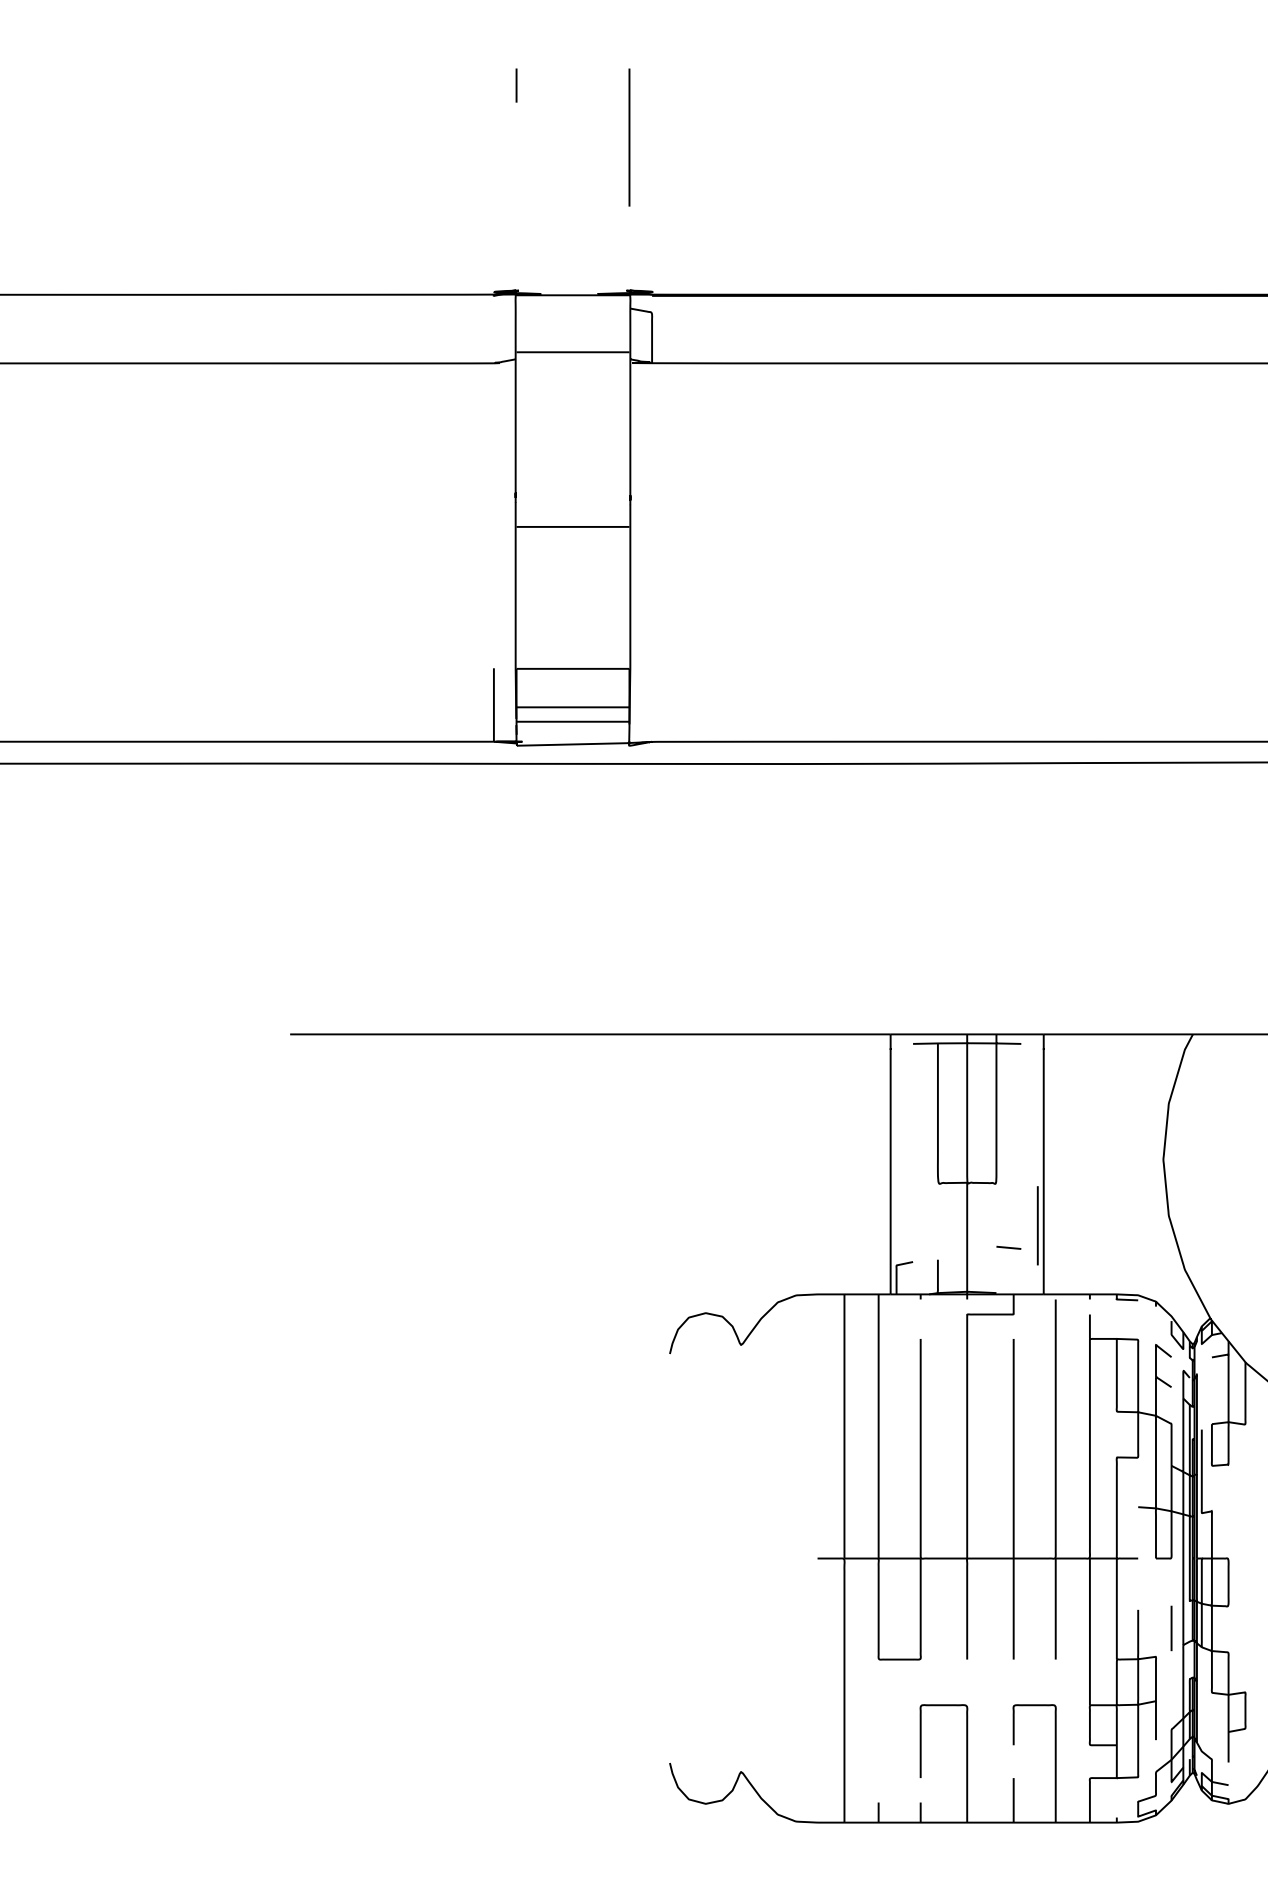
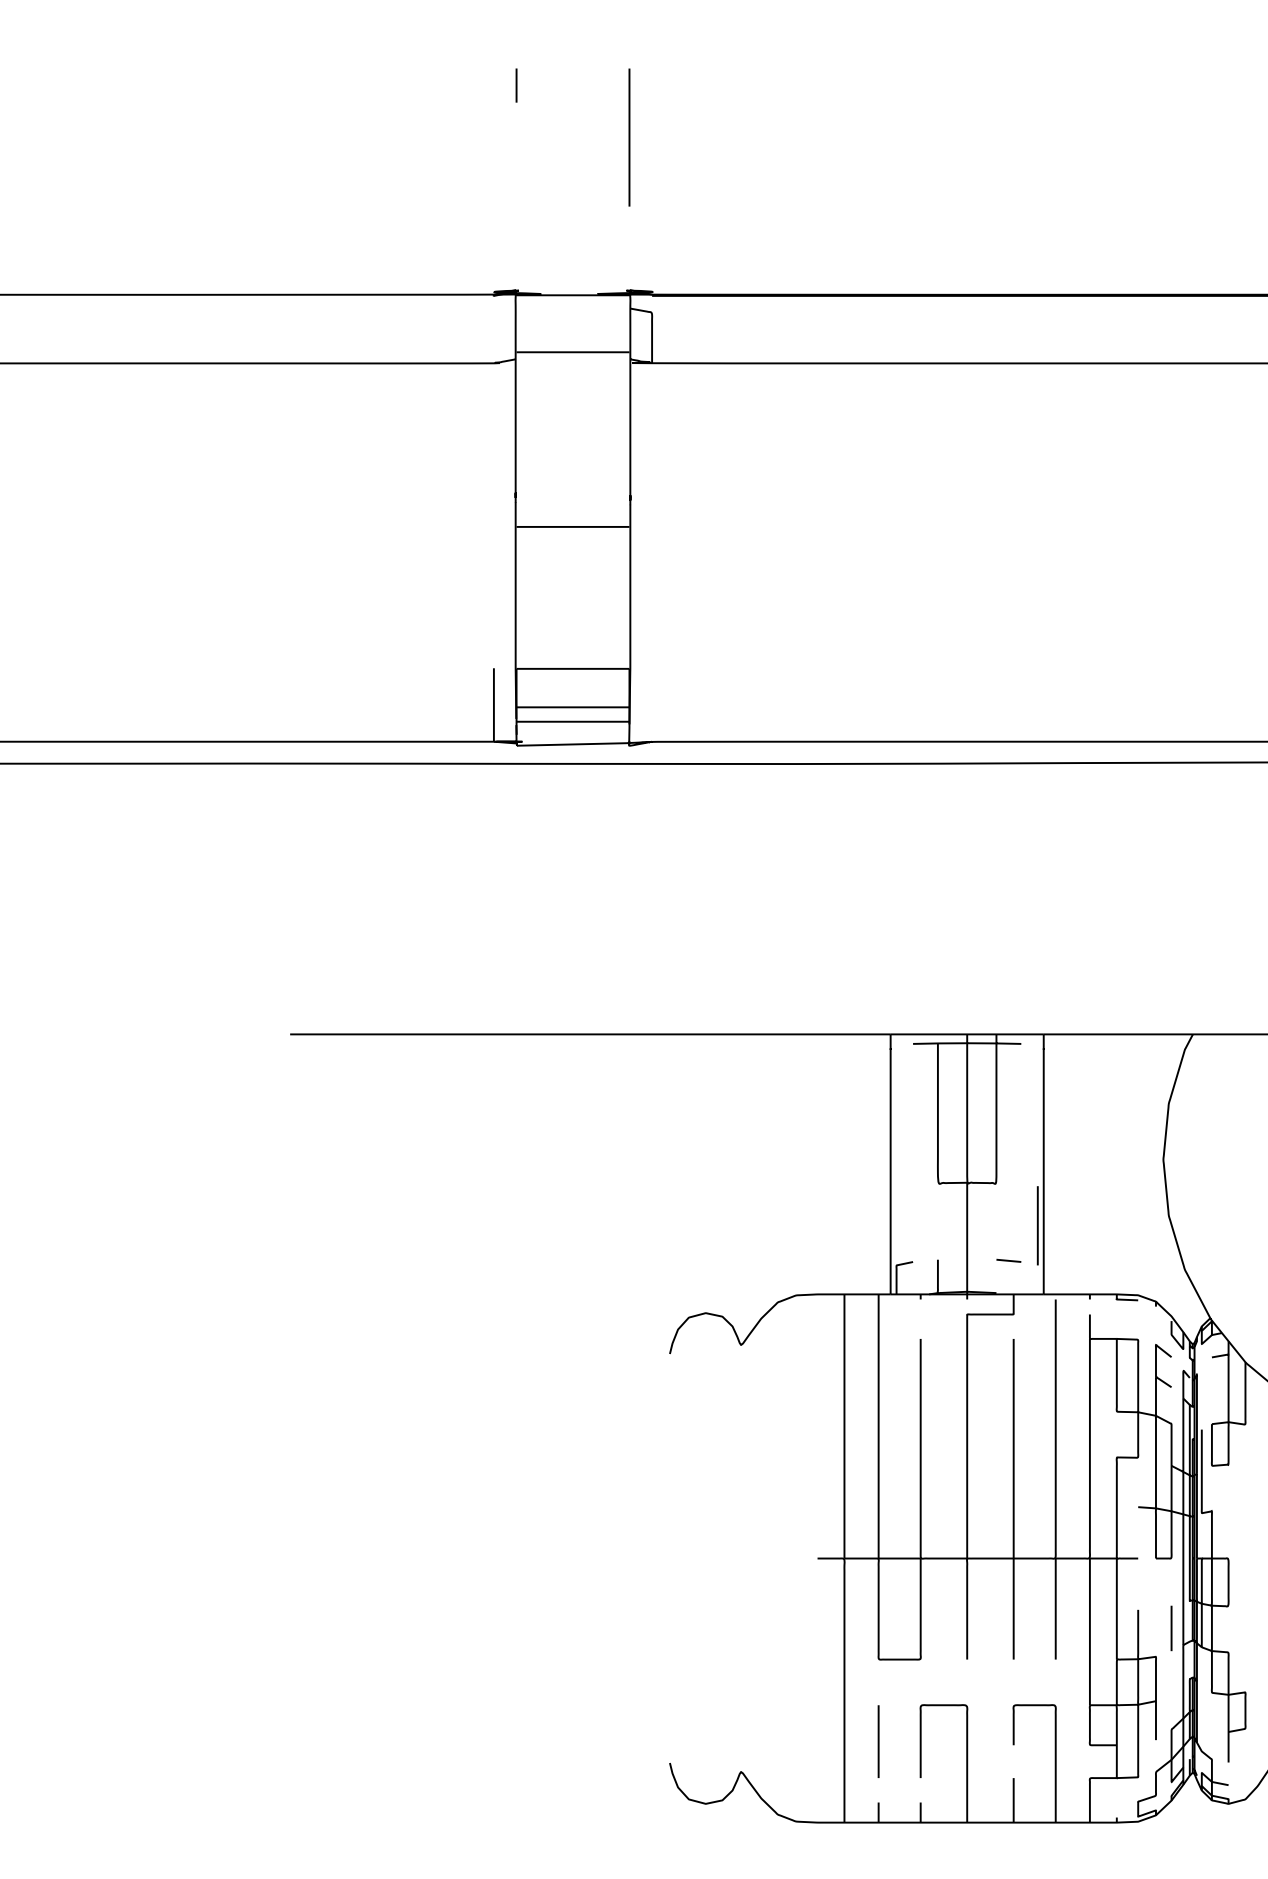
line at (1008, 1247) position: (1008, 1247) -> (1008, 1260)
line at (878, 1741): none -> present
